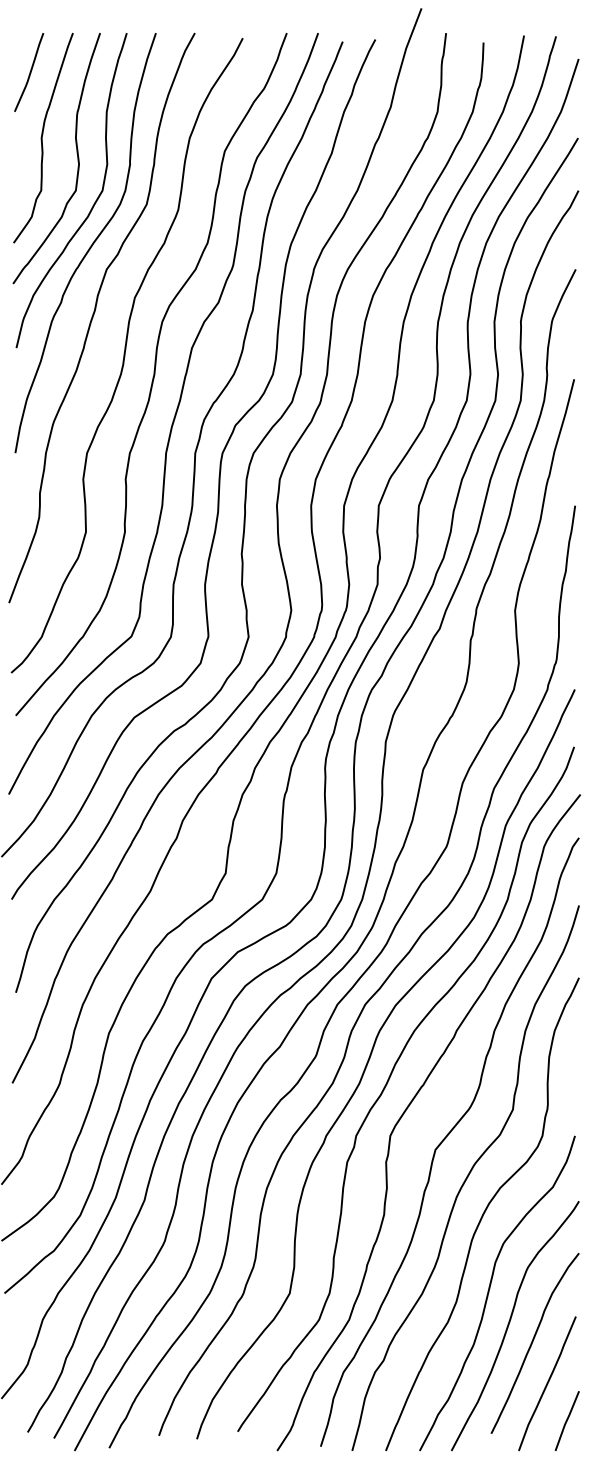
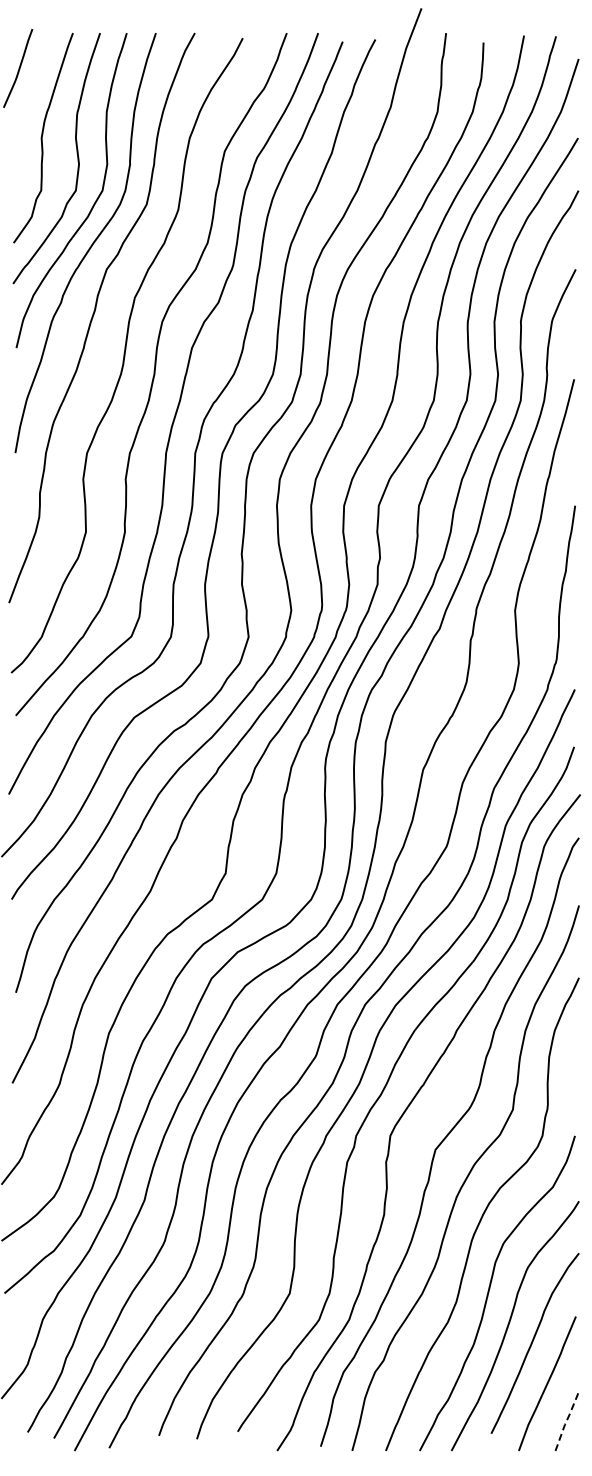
curve at (29, 72) position: (29, 72) -> (18, 68)
line at (566, 1420): solid -> dashed
